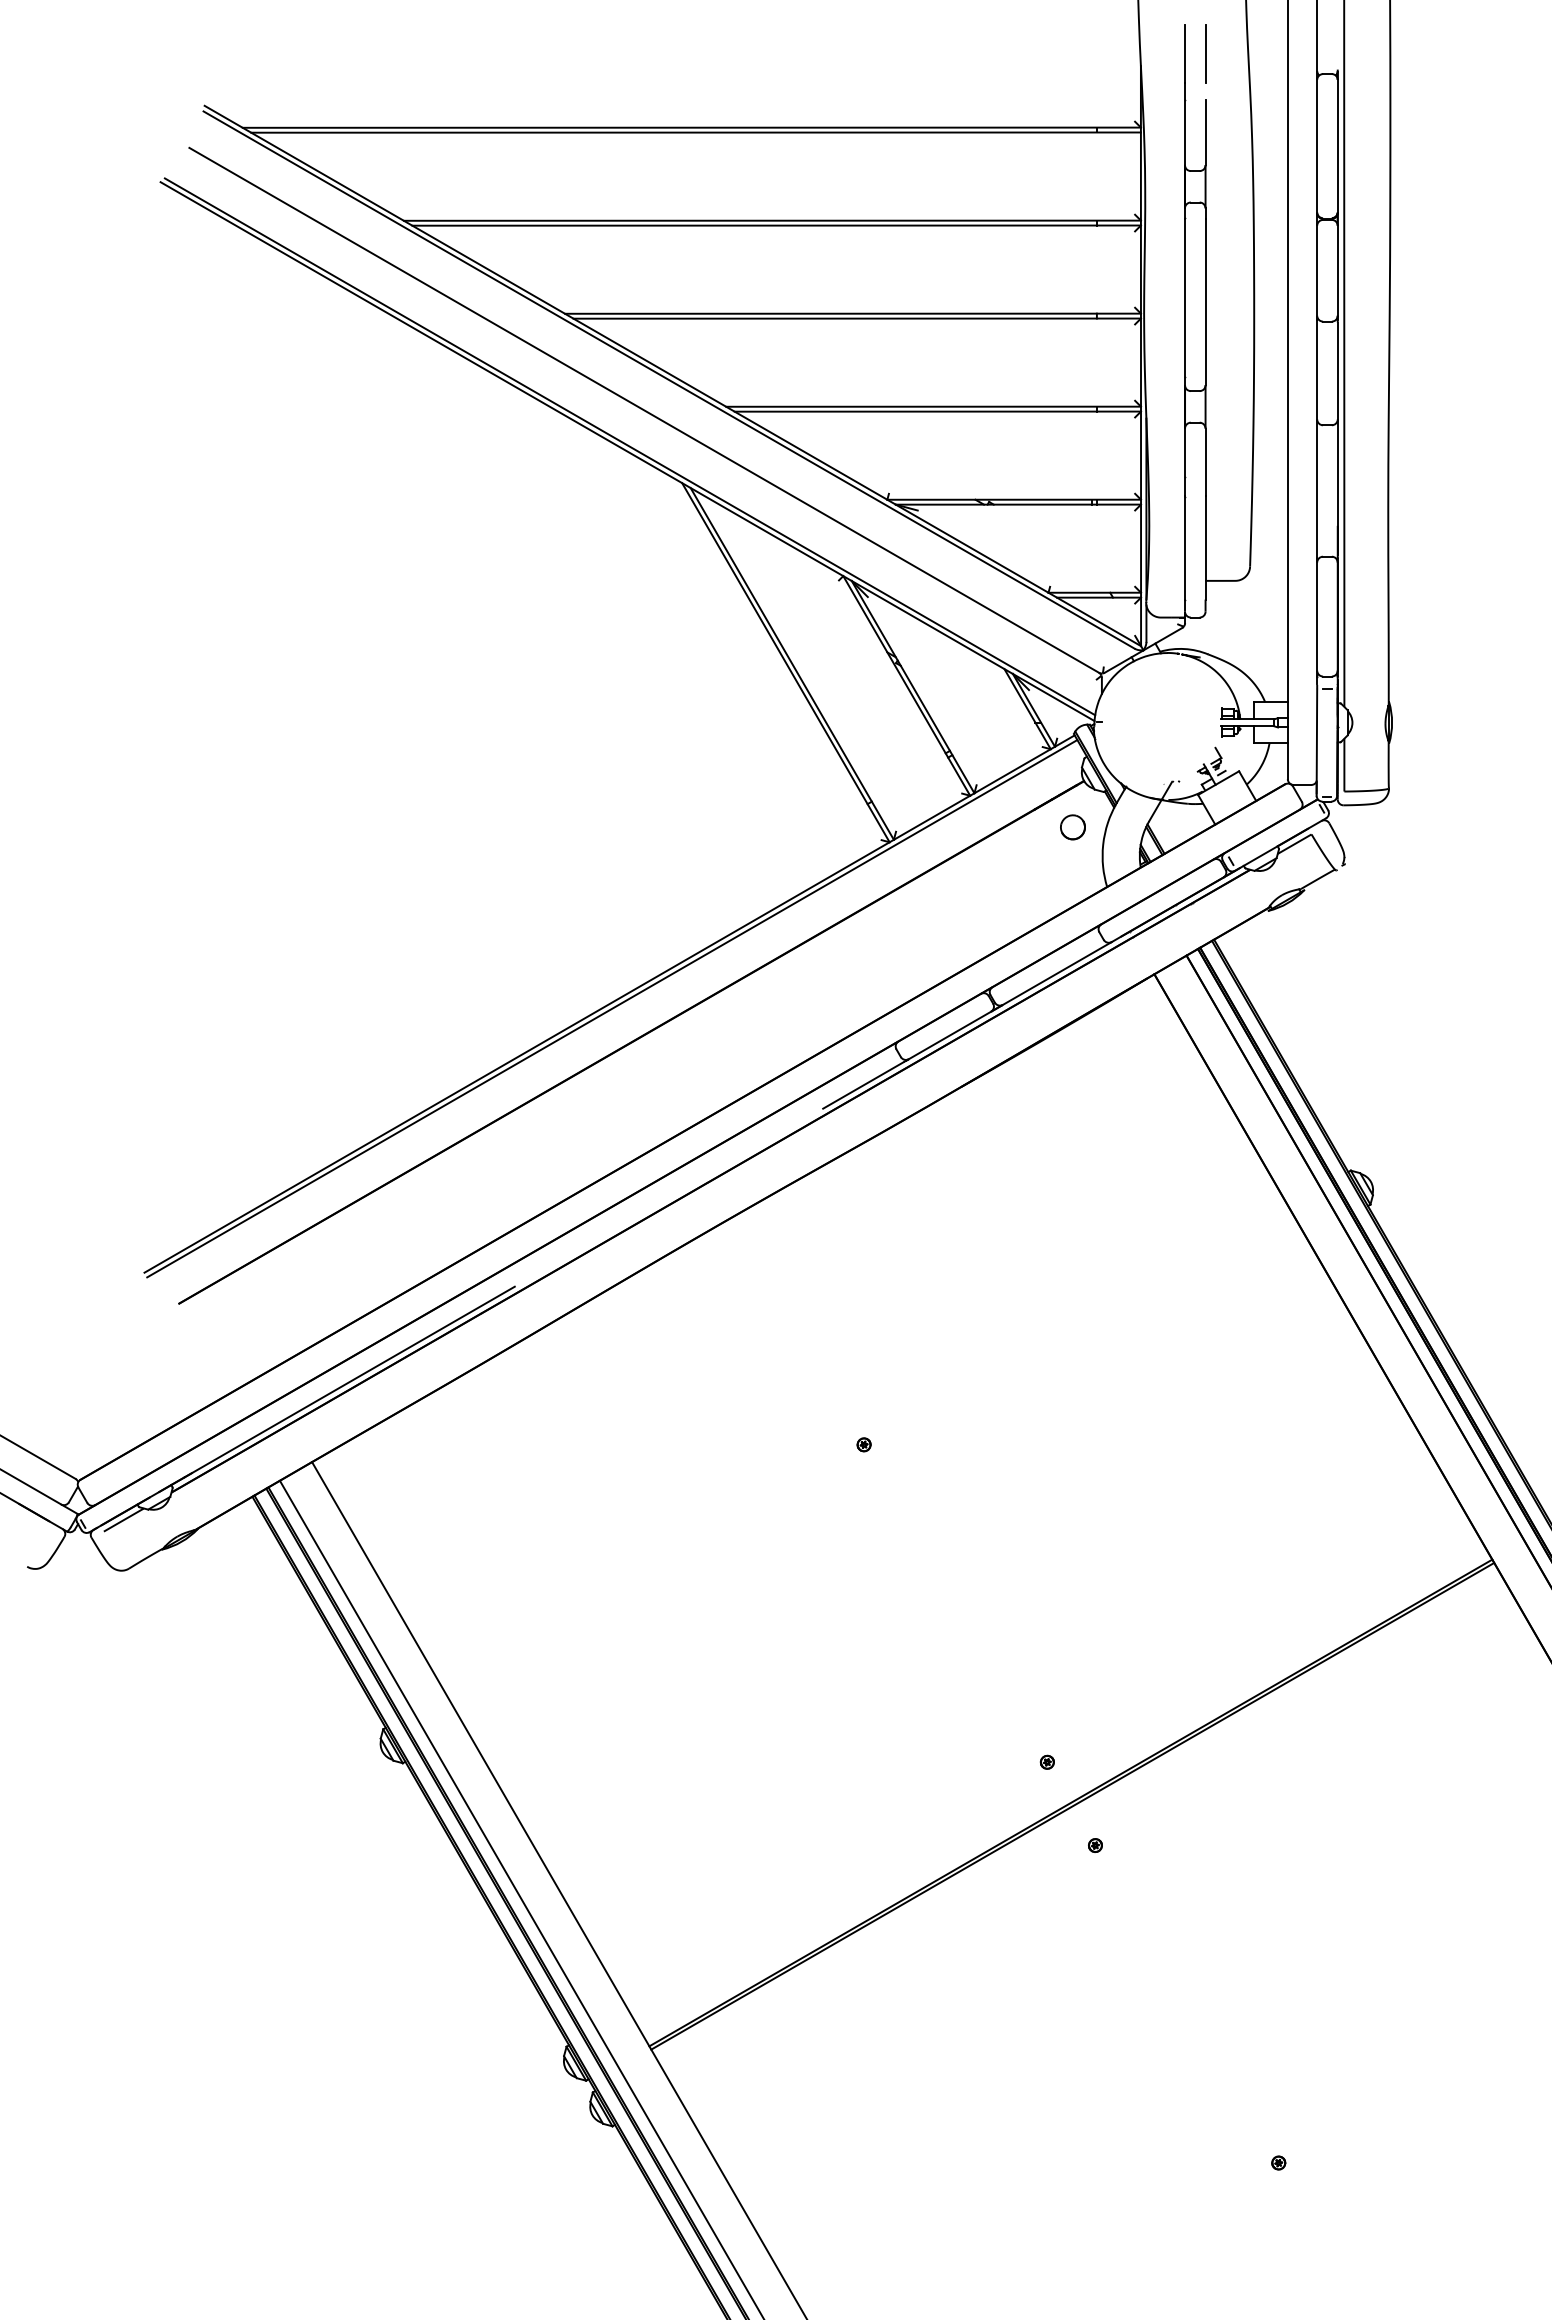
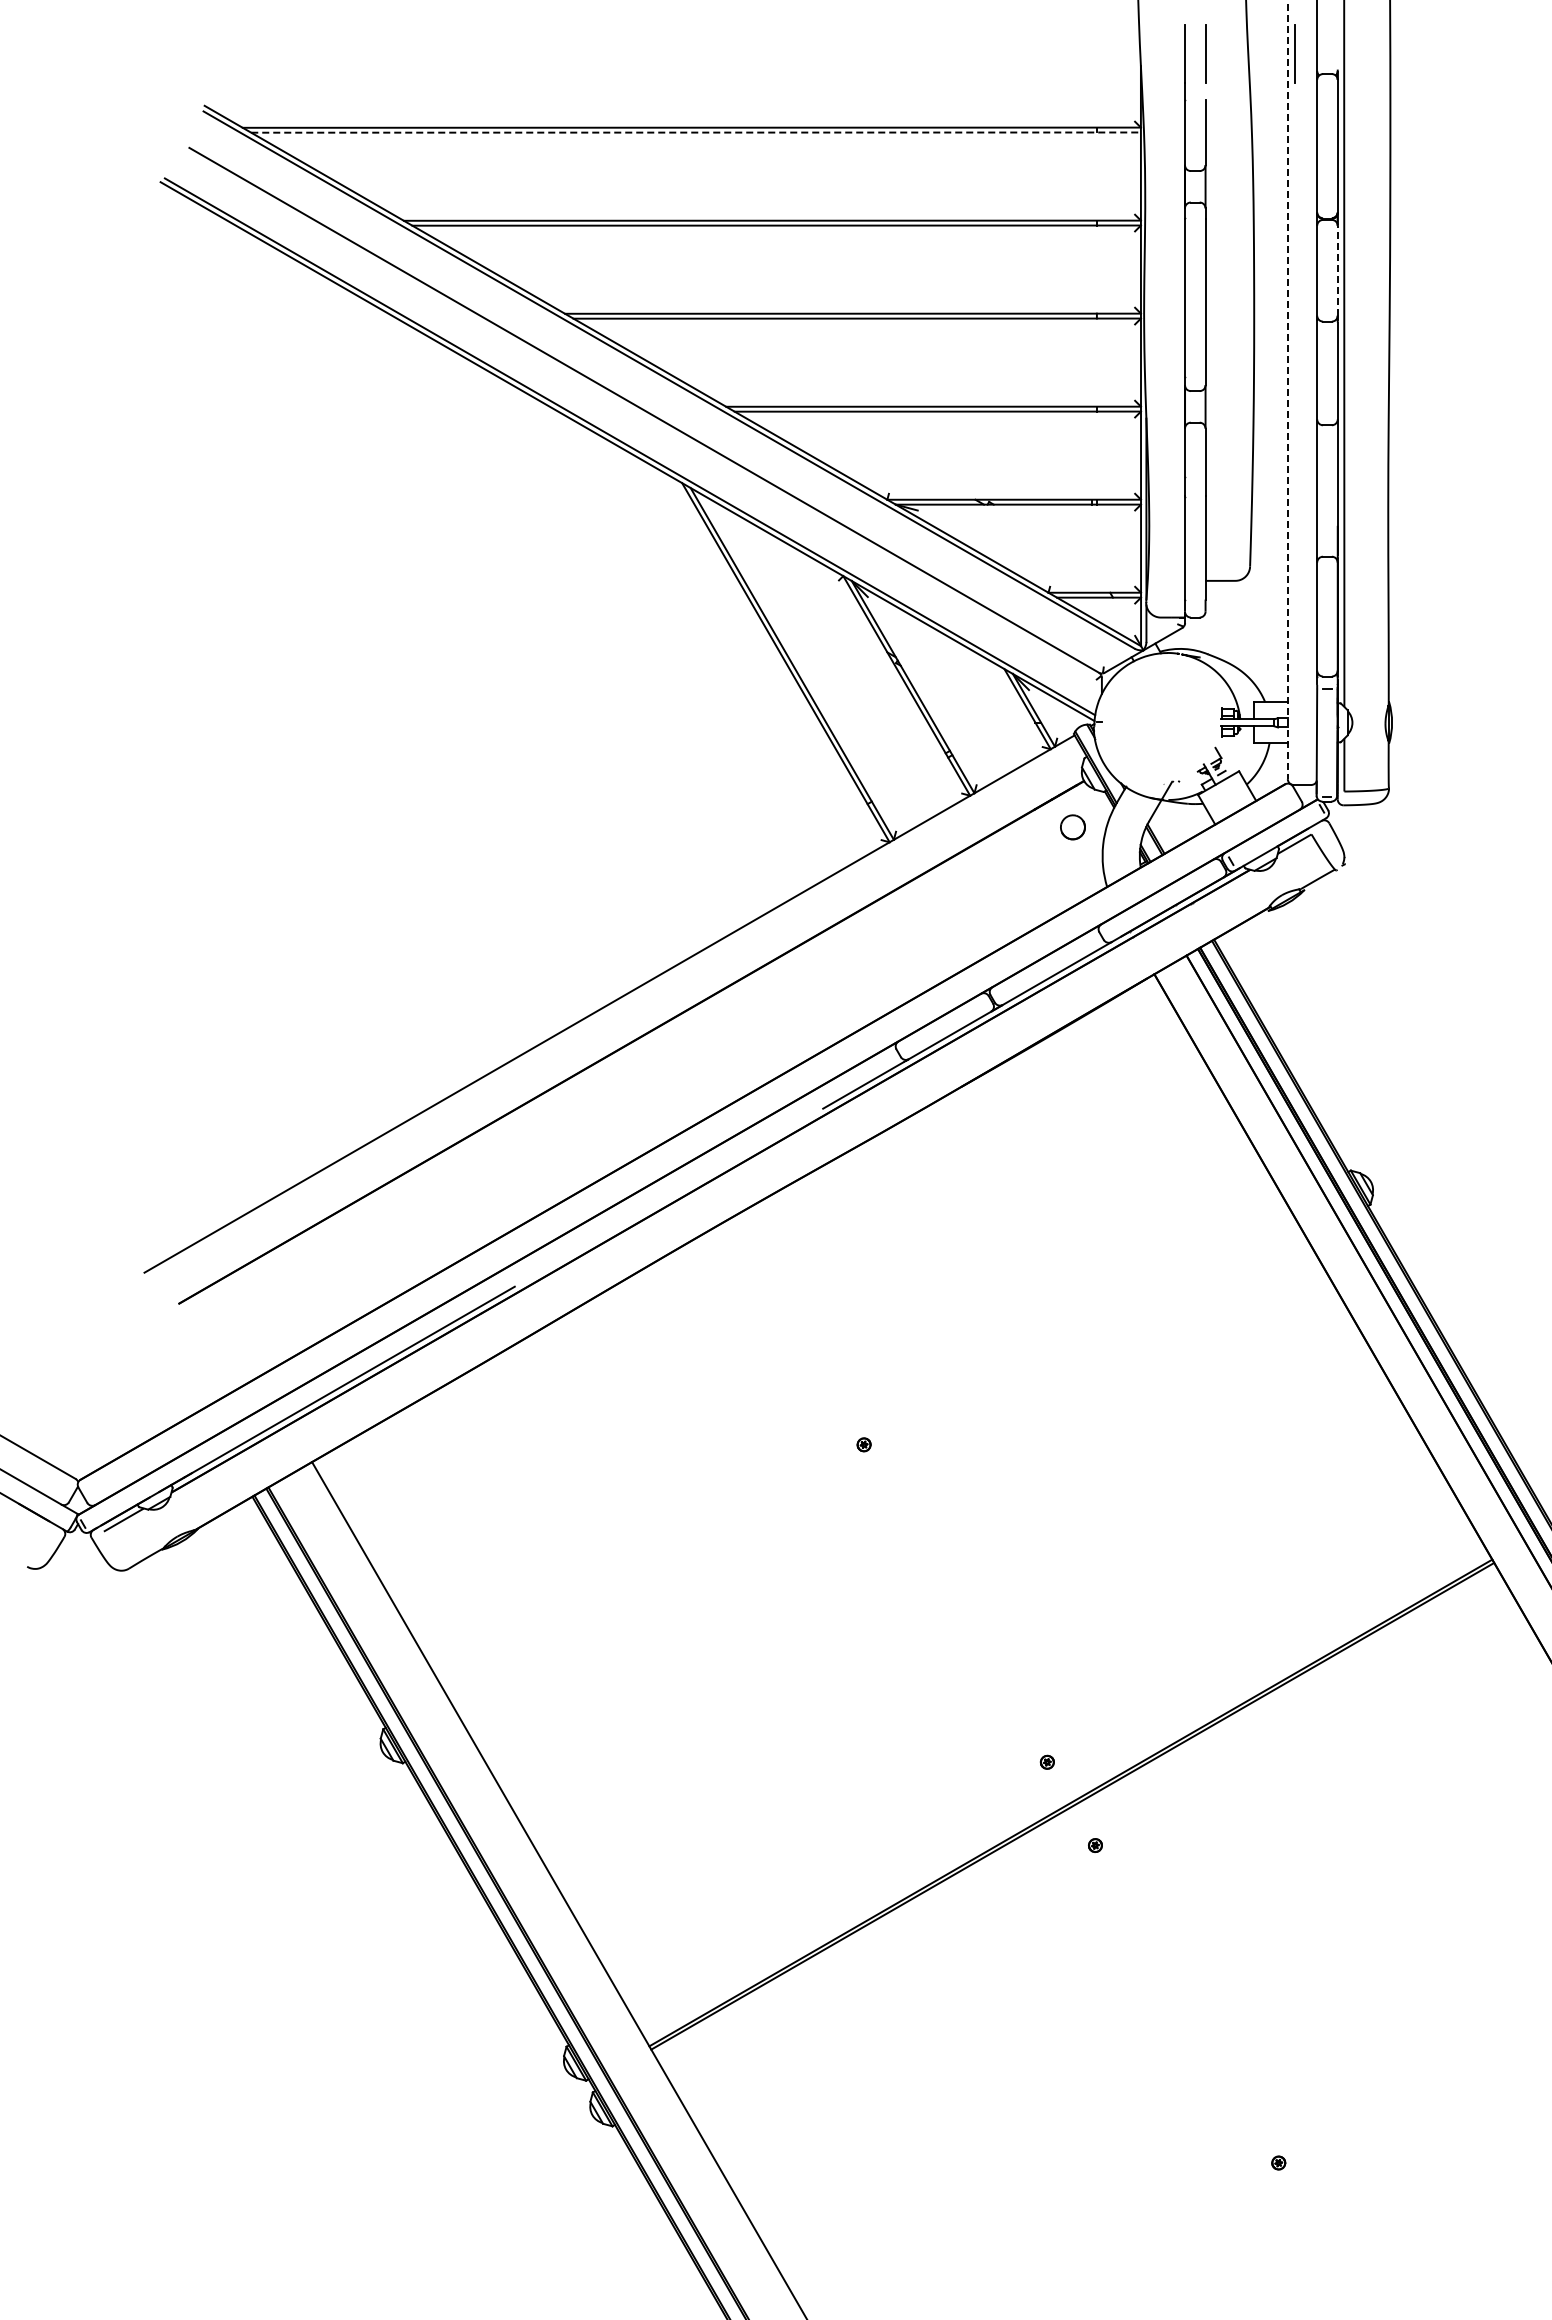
line at (1294, 53): none -> present
line at (696, 132): solid -> dashed
line at (1337, 270): solid -> dashed
line at (1287, 390): solid -> dashed
line at (612, 1008): present -> none
line at (520, 1898): present -> none
